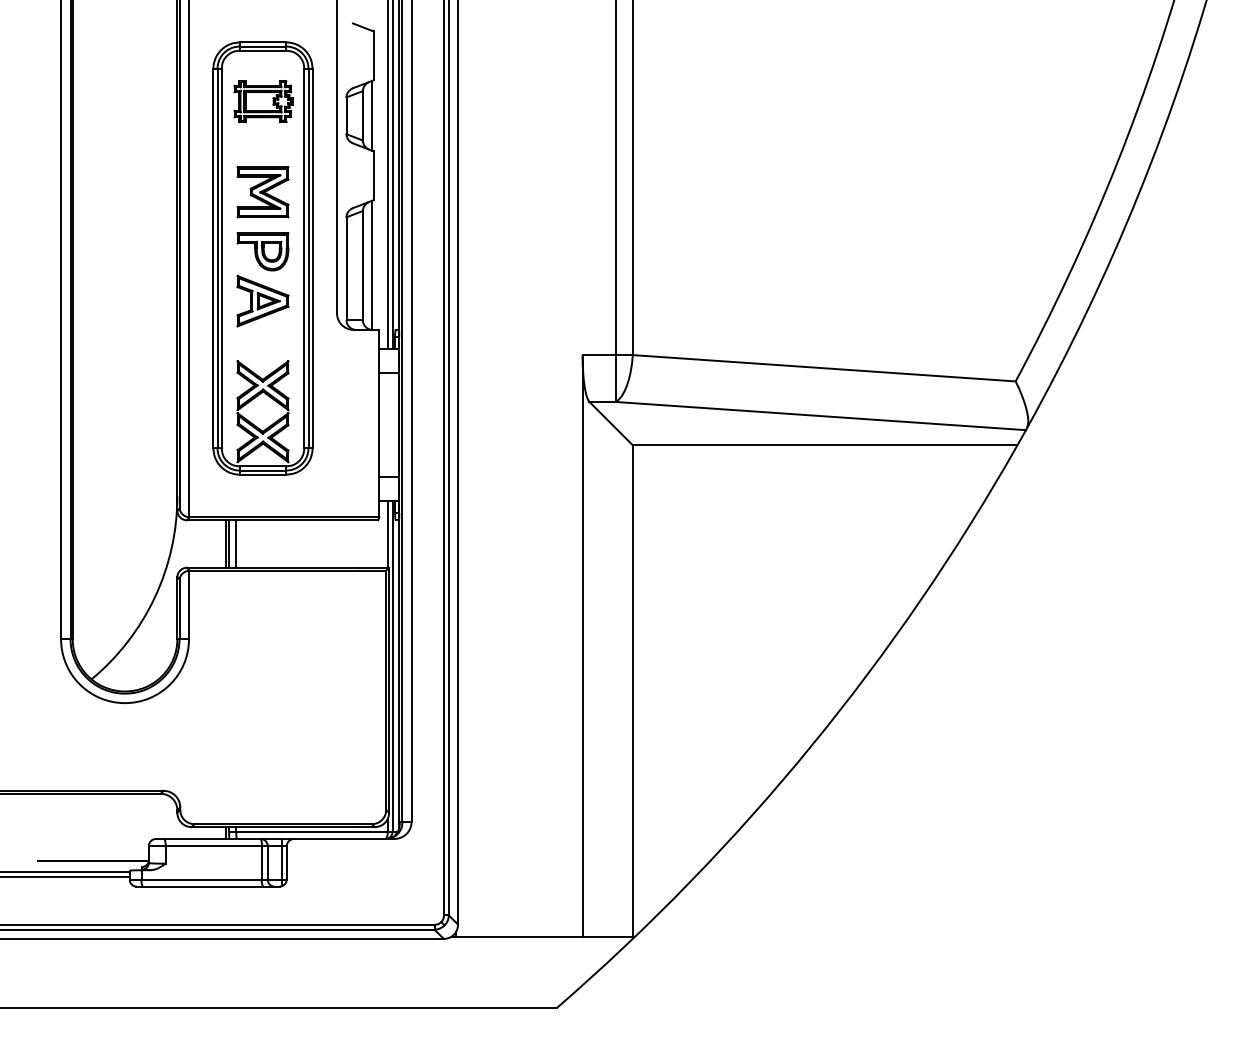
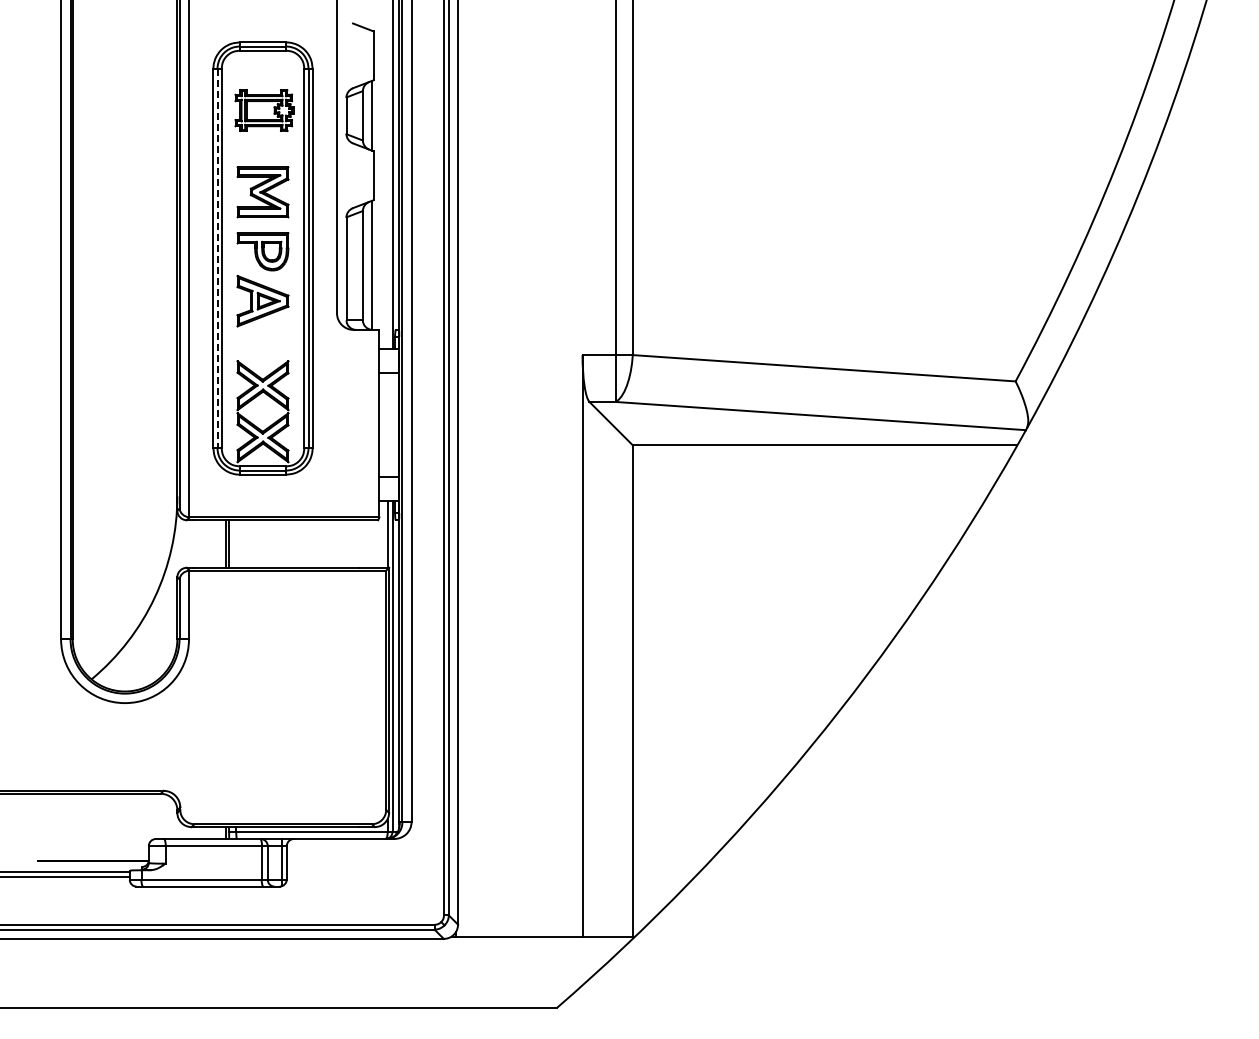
part at (263, 101) position: (263, 101) -> (264, 110)
line at (387, 175): present -> none
line at (217, 258): solid -> dashed
line at (236, 543): present -> none
